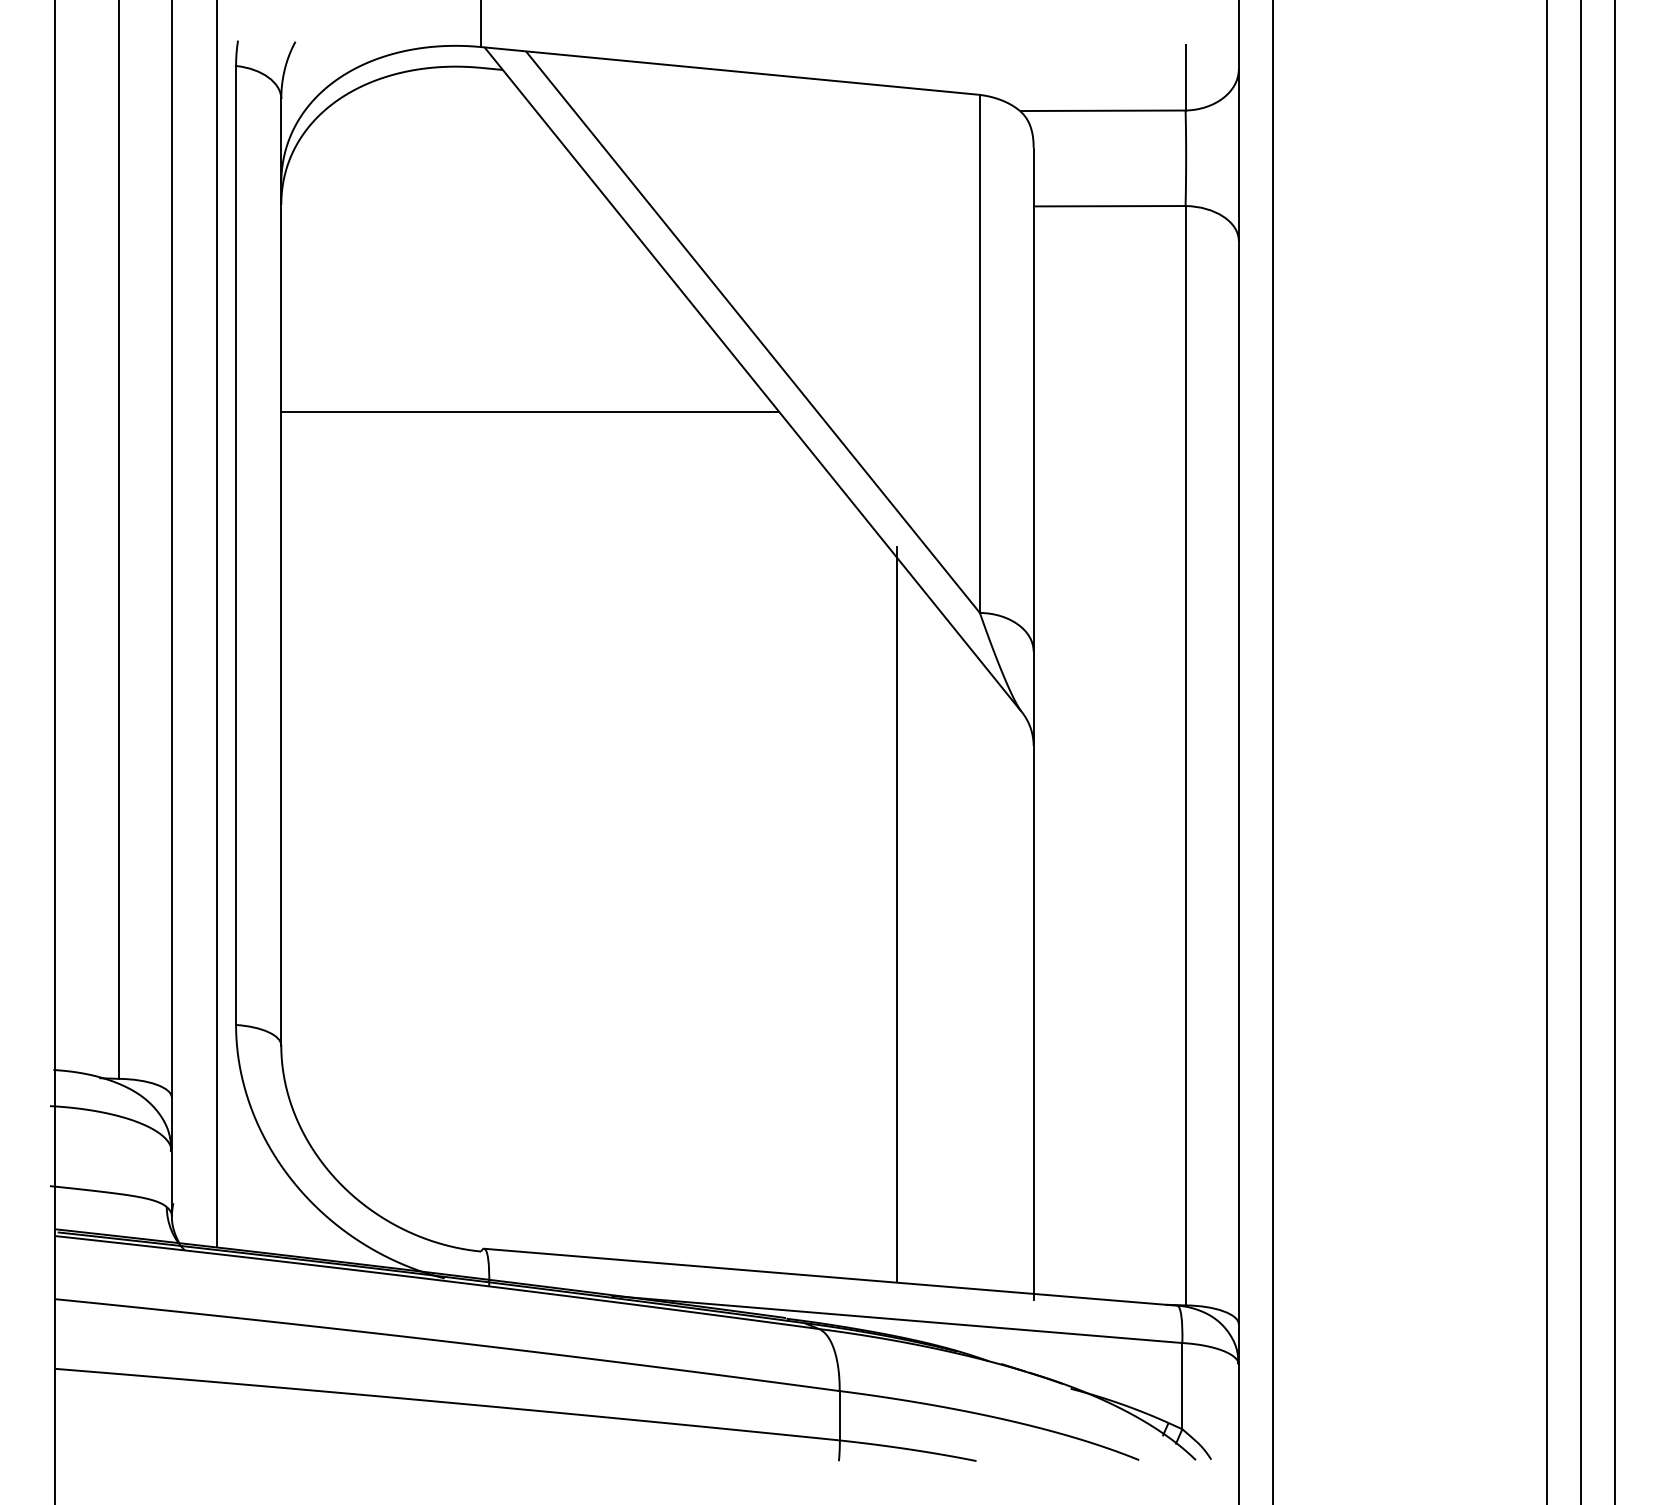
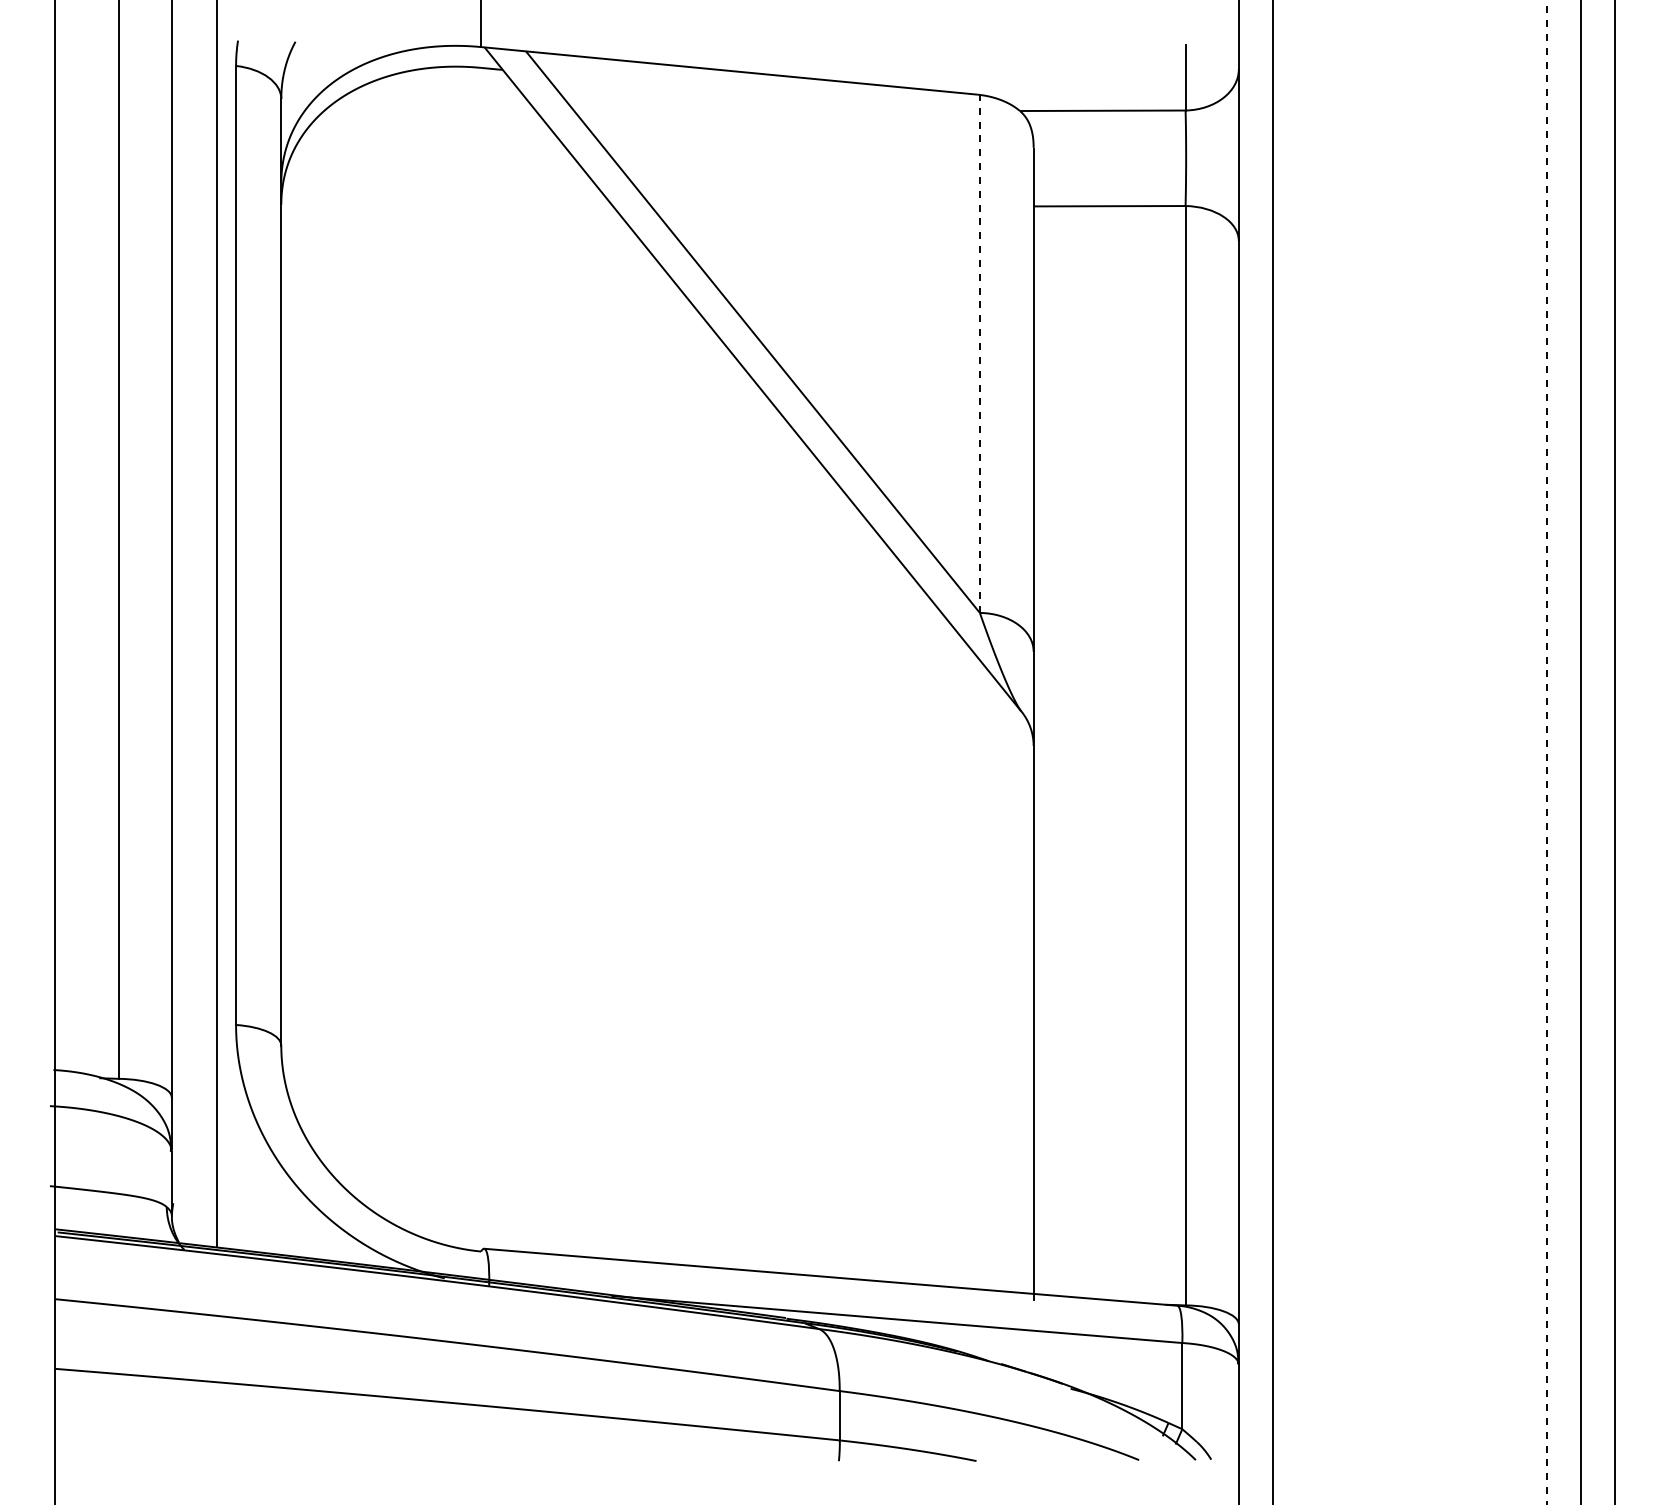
line at (979, 354): solid -> dashed
line at (530, 411): present -> none
line at (1546, 752): solid -> dashed
line at (896, 913): present -> none
